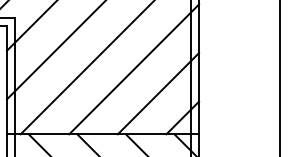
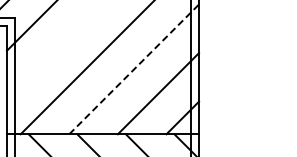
line at (54, 50): present -> none
line at (134, 69): solid -> dashed
line at (280, 77): present -> none
